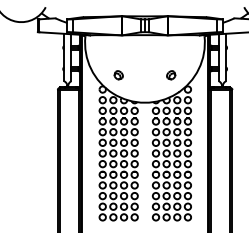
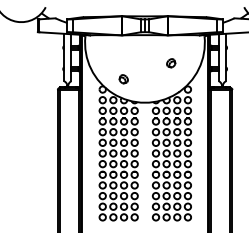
part at (118, 75) position: (118, 75) -> (123, 79)
part at (171, 75) position: (171, 75) -> (171, 63)
